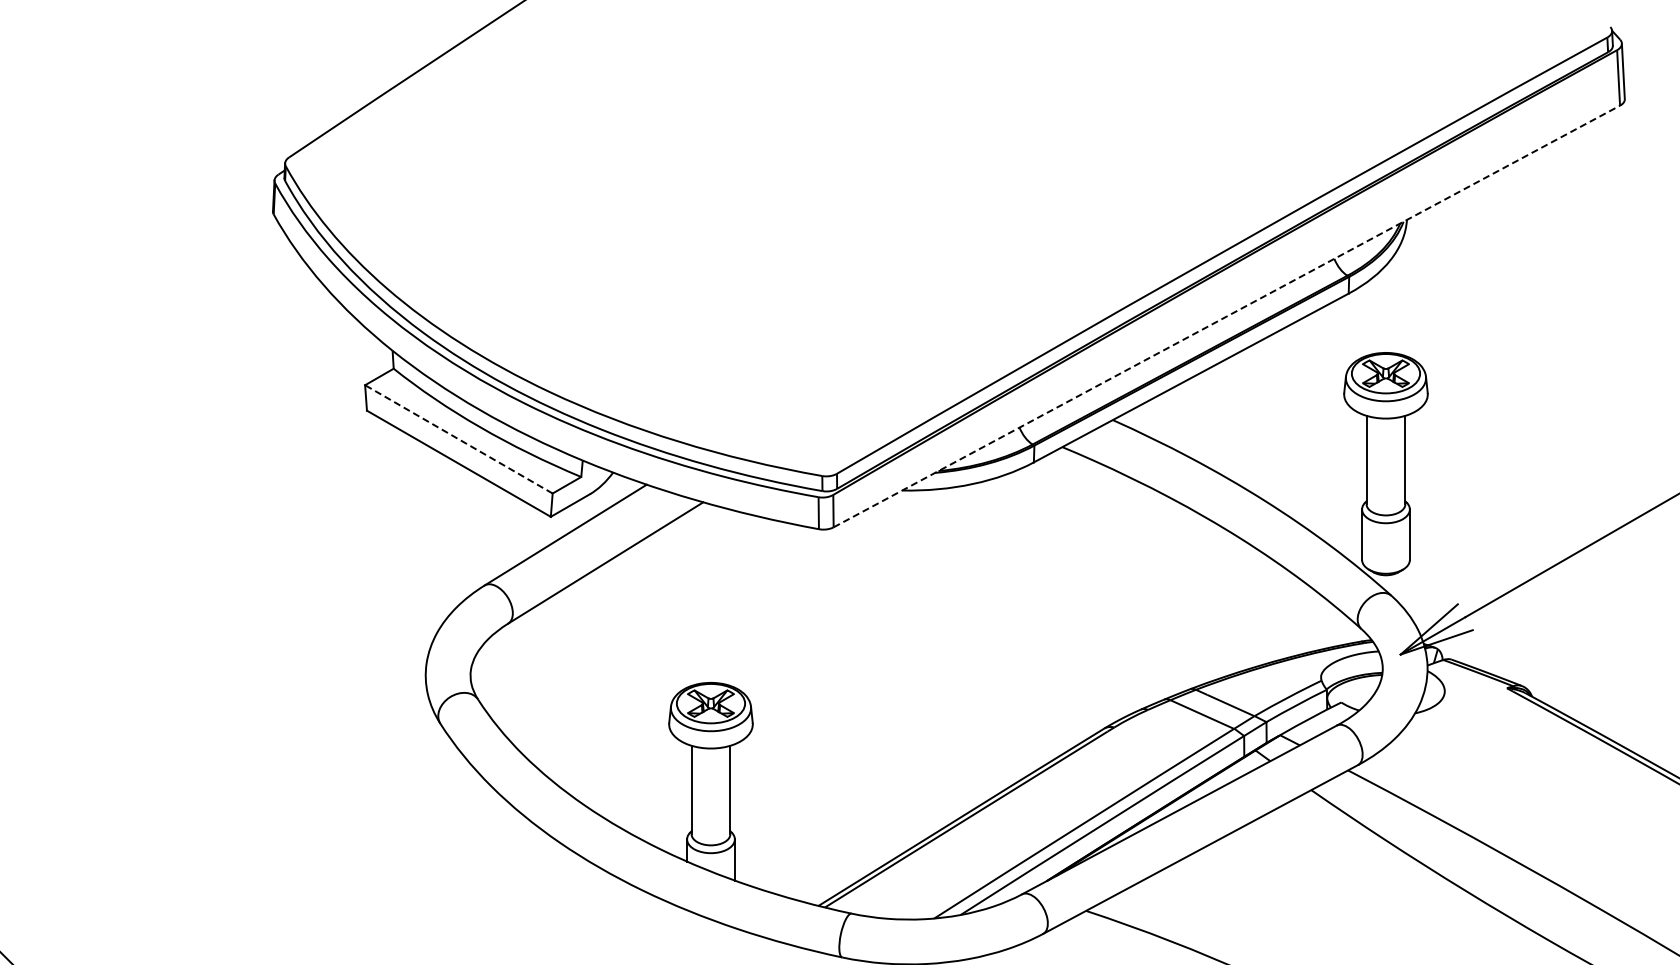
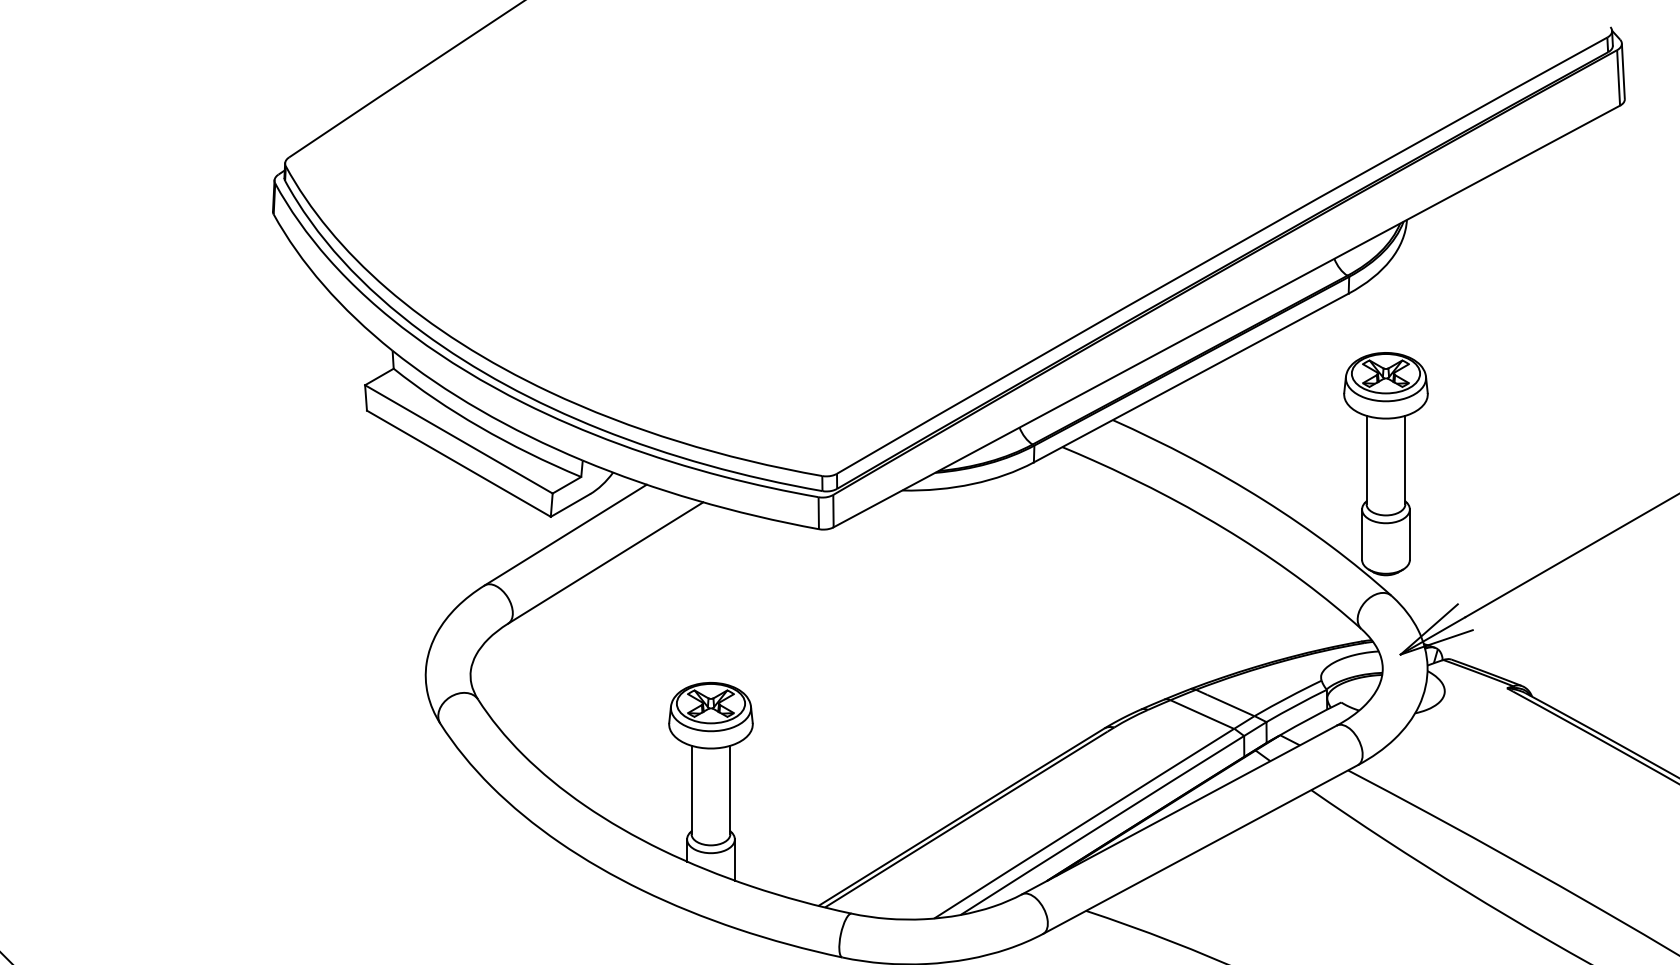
line at (1227, 316): dashed -> solid
line at (458, 439): dashed -> solid
